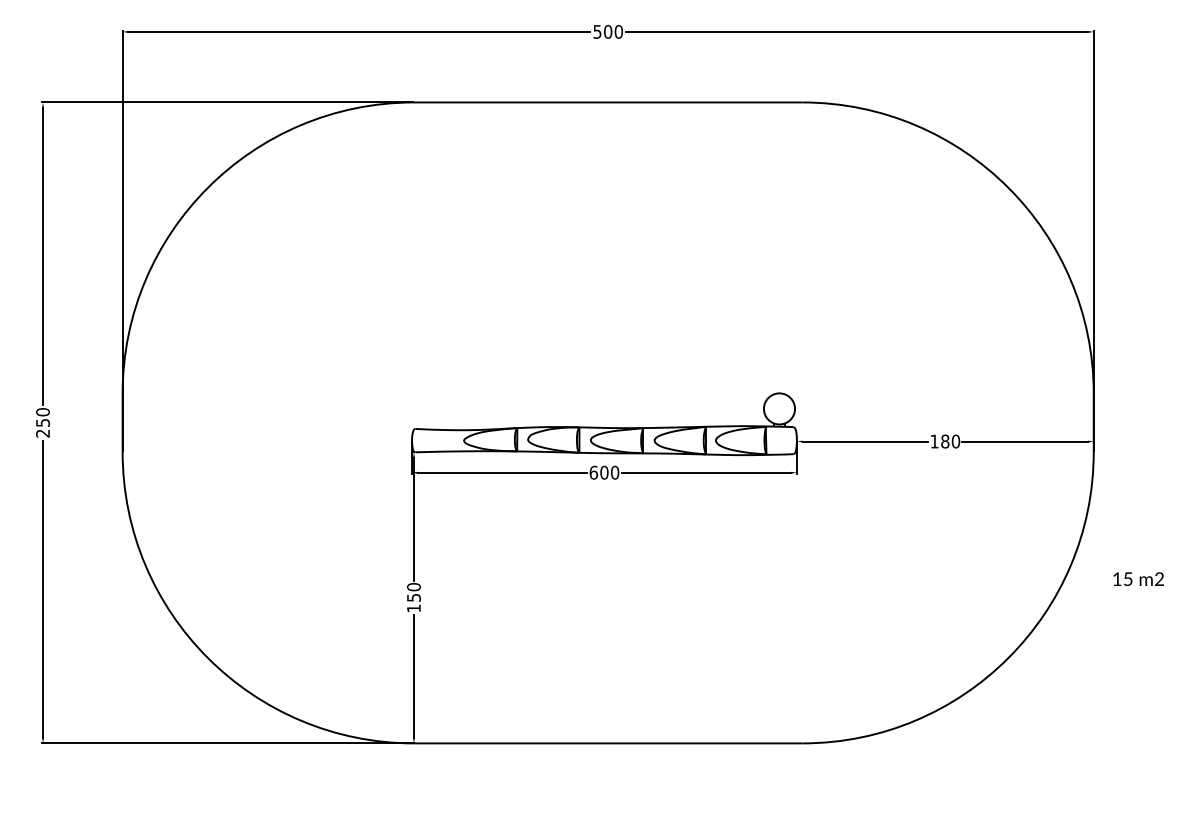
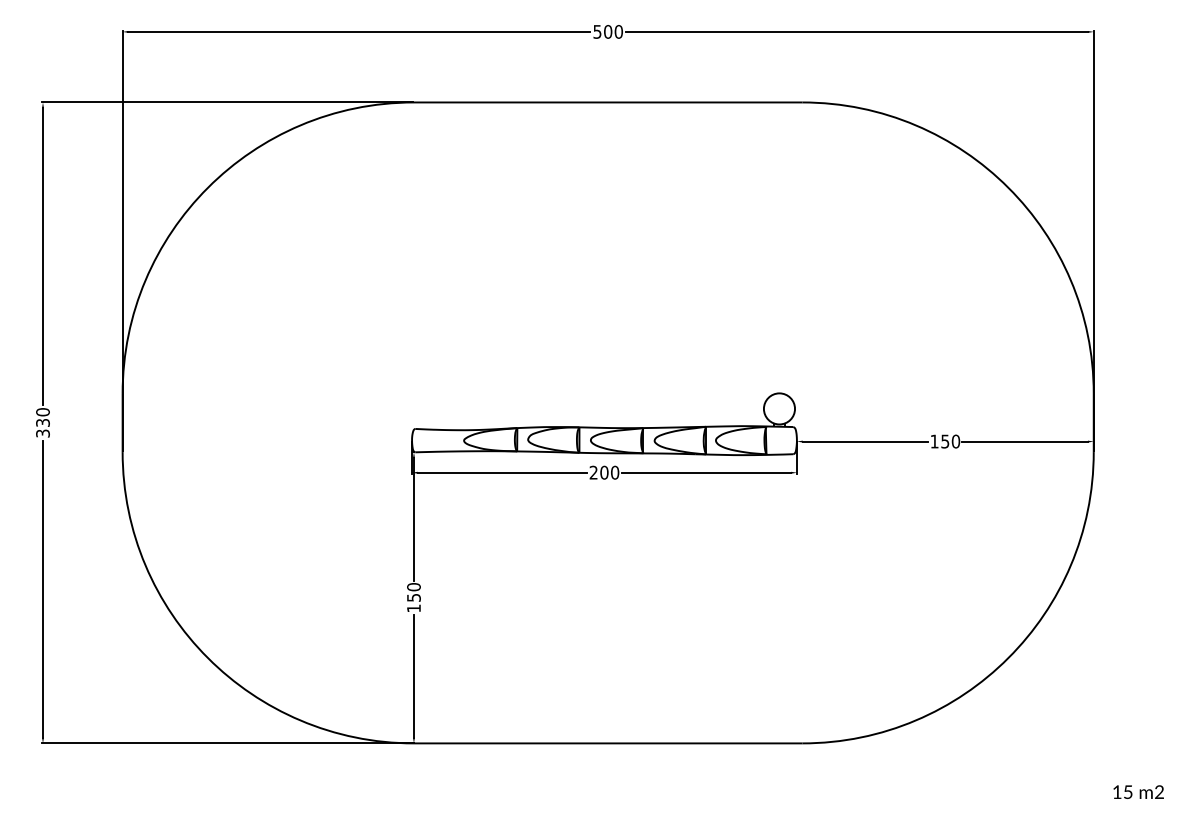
text at (42, 428): 250 -> 330
text at (945, 441): 180 -> 150
text at (593, 472): 600 -> 200
text at (1138, 578) position: (1138, 578) -> (1138, 791)
